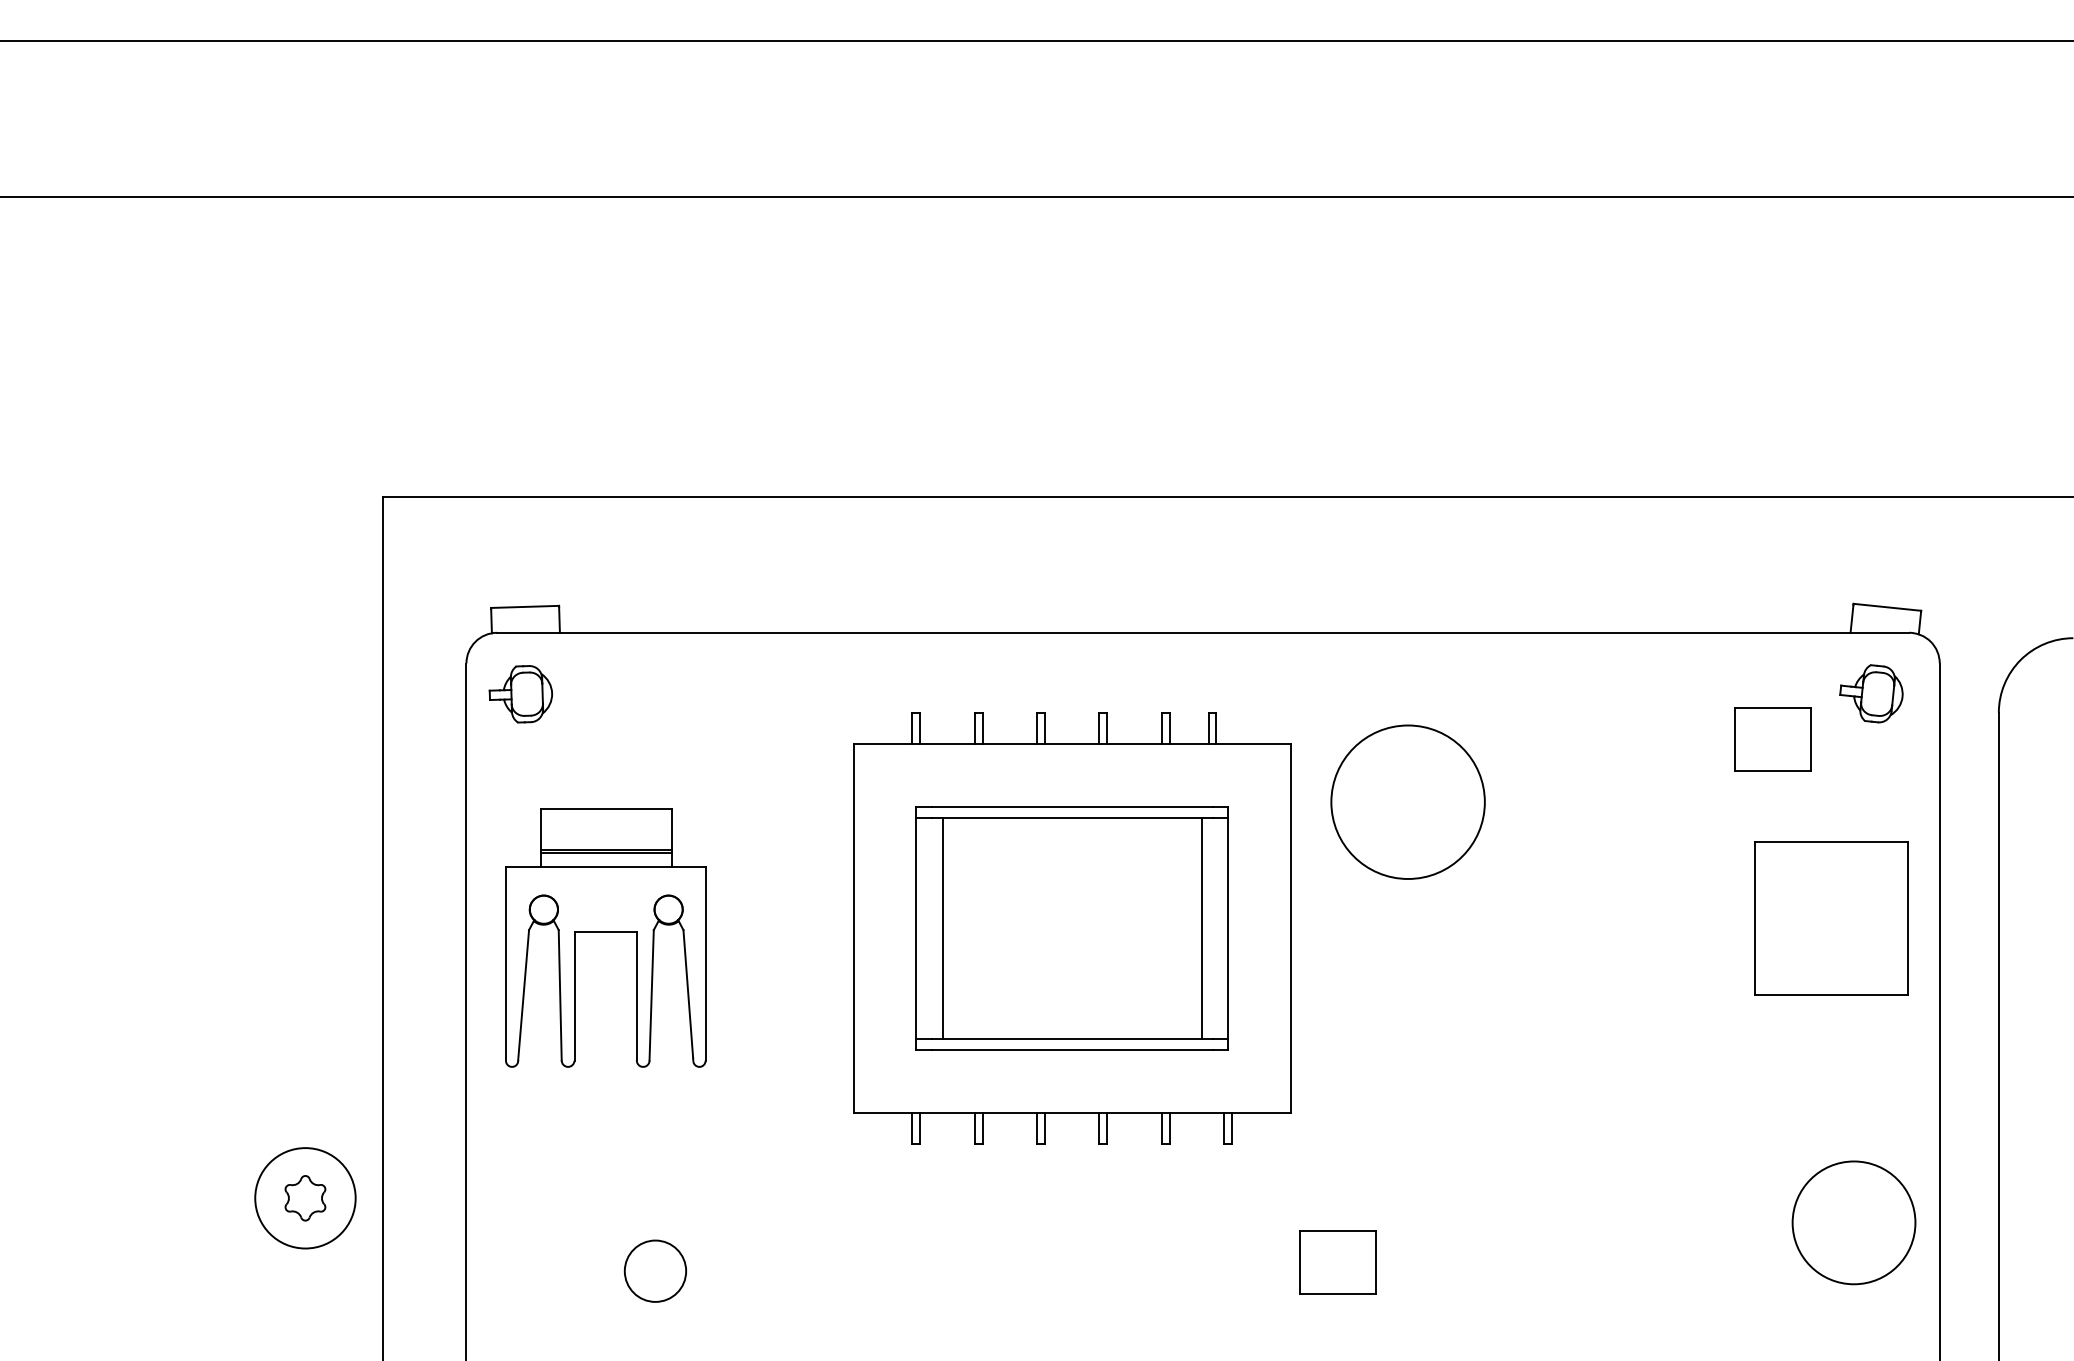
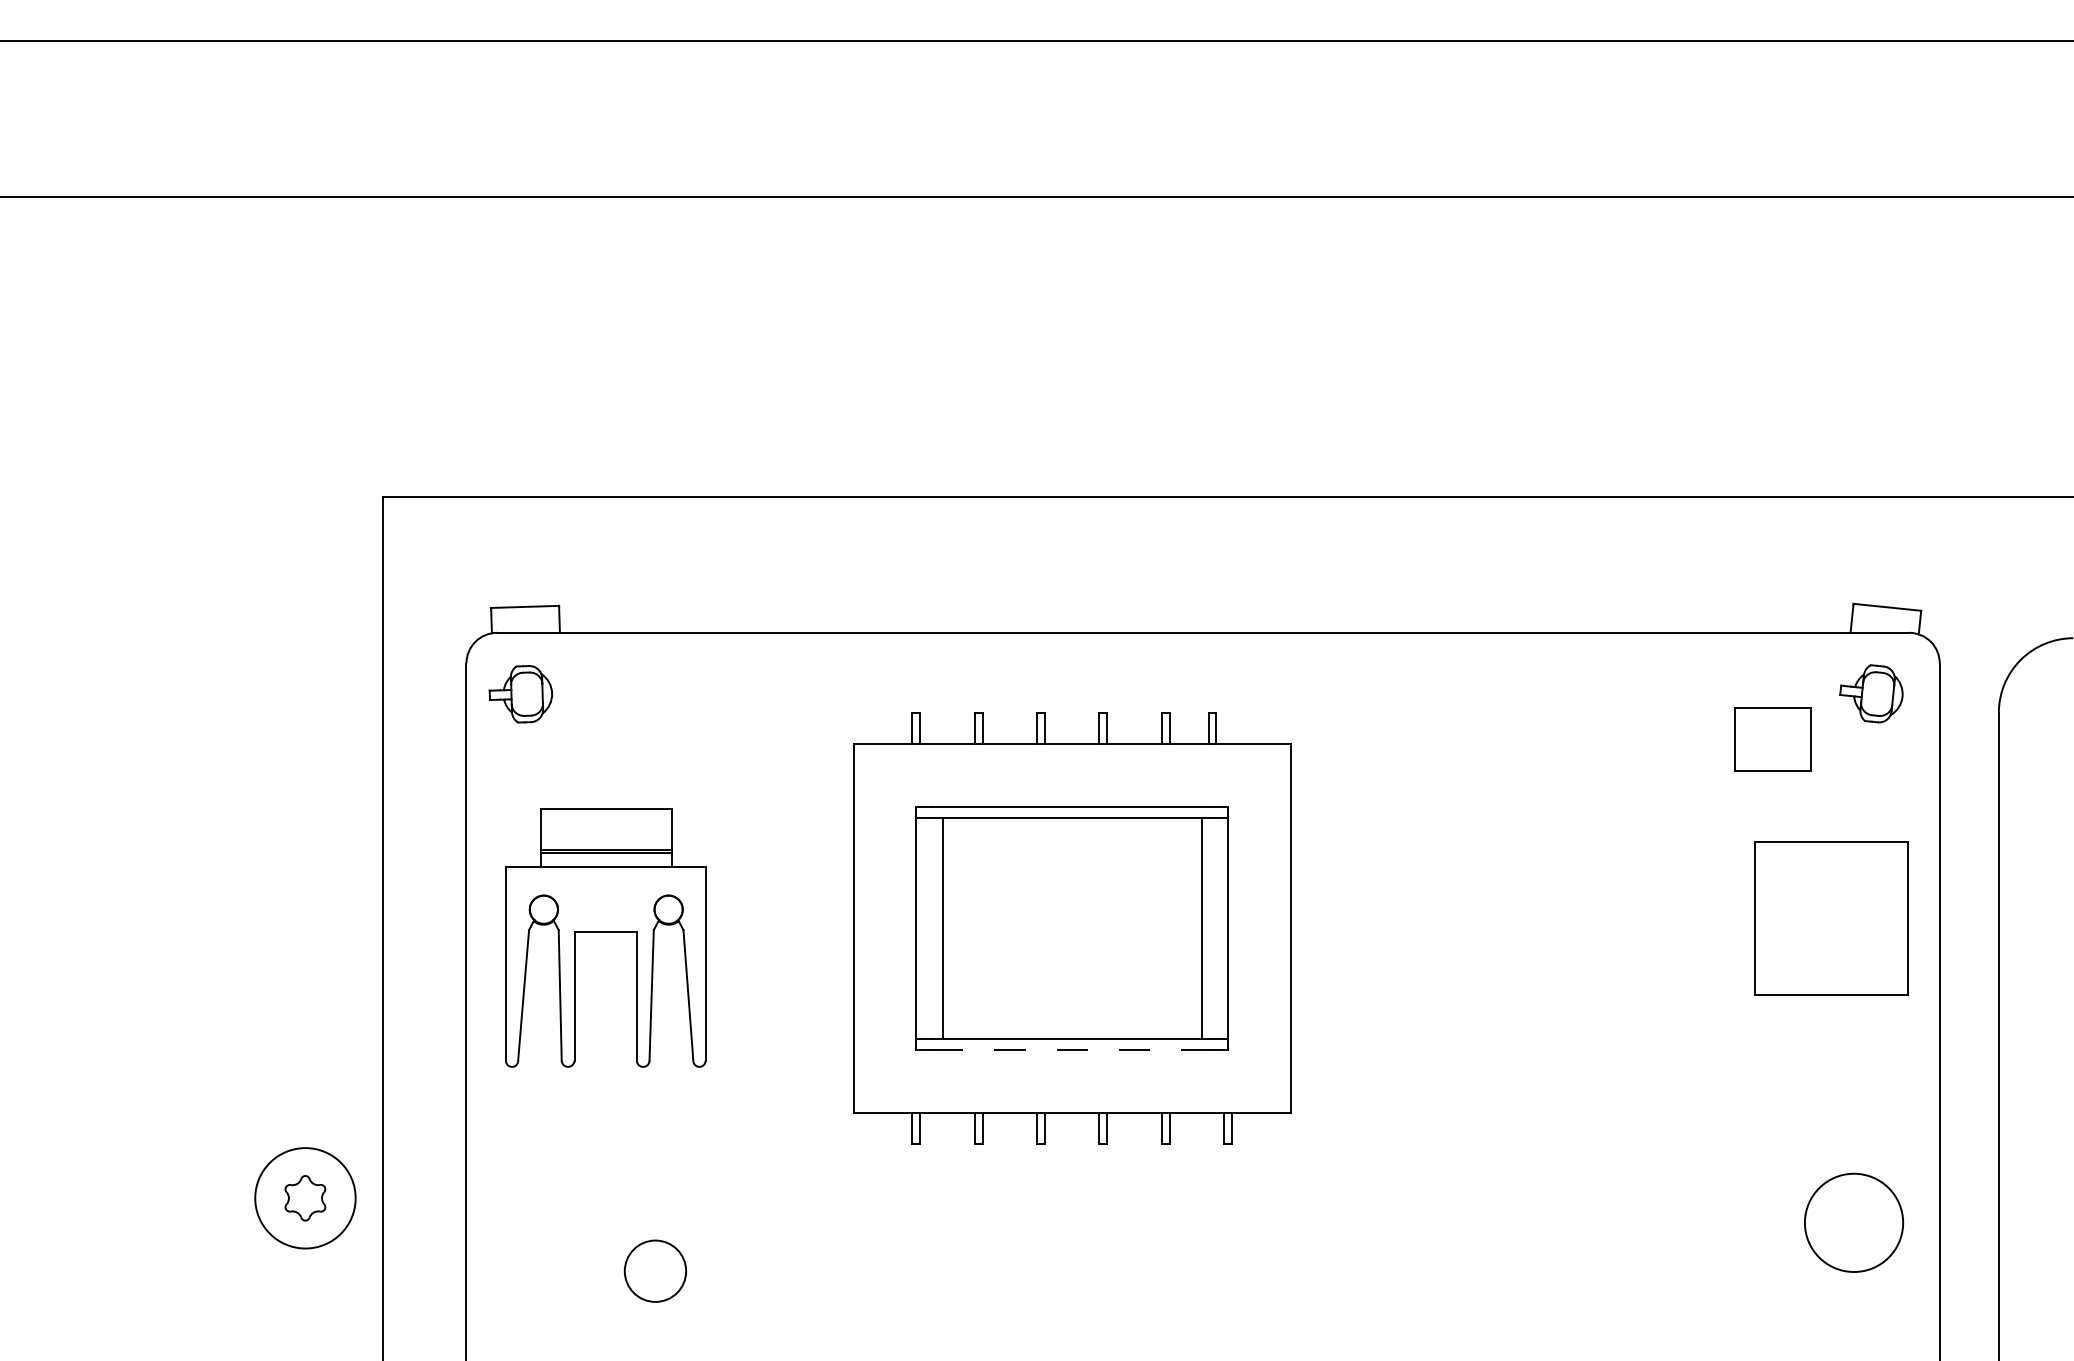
circle at (1407, 801): present -> none
line at (1071, 1050): solid -> dashed
circle at (1853, 1222) diameter: 123 px -> 98 px
part at (1337, 1262): present -> none
